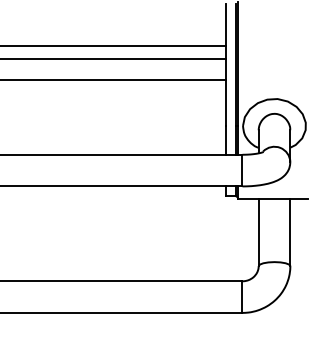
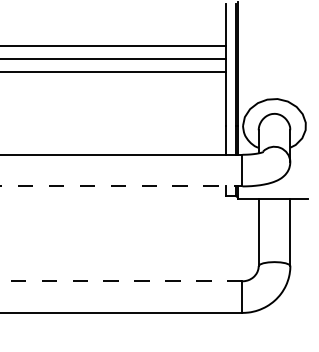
line at (113, 79) position: (113, 79) -> (113, 71)
line at (121, 186): solid -> dashed
line at (121, 281): solid -> dashed
